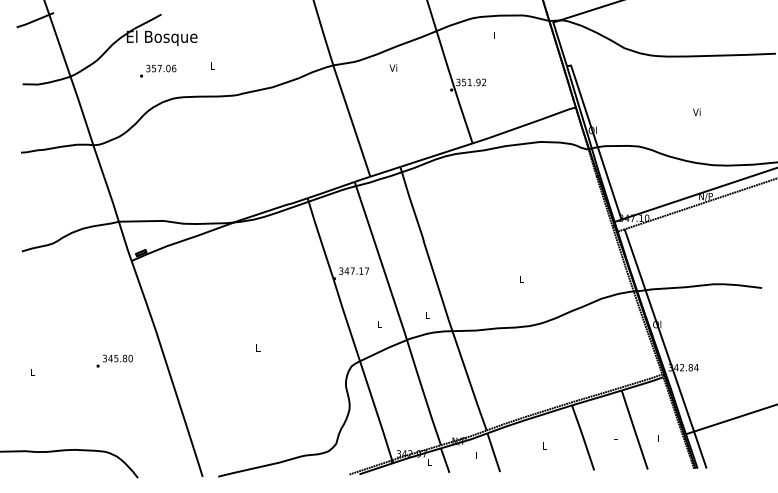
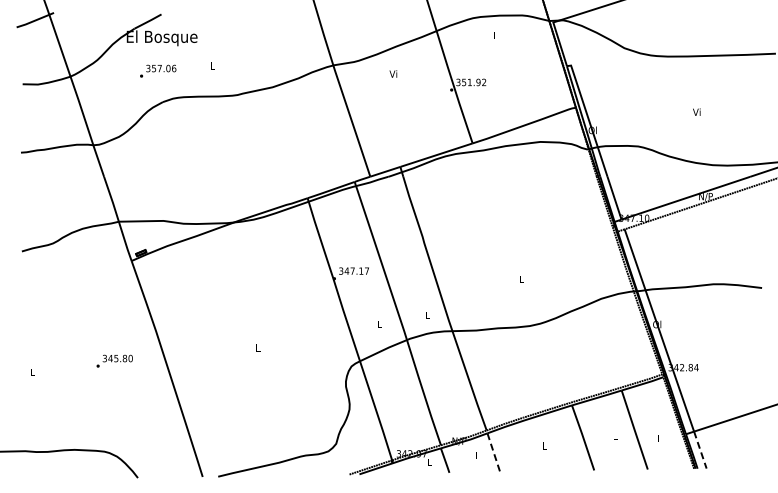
text at (393, 67) position: (393, 67) -> (393, 73)
line at (700, 450): solid -> dashed
line at (493, 453): solid -> dashed
